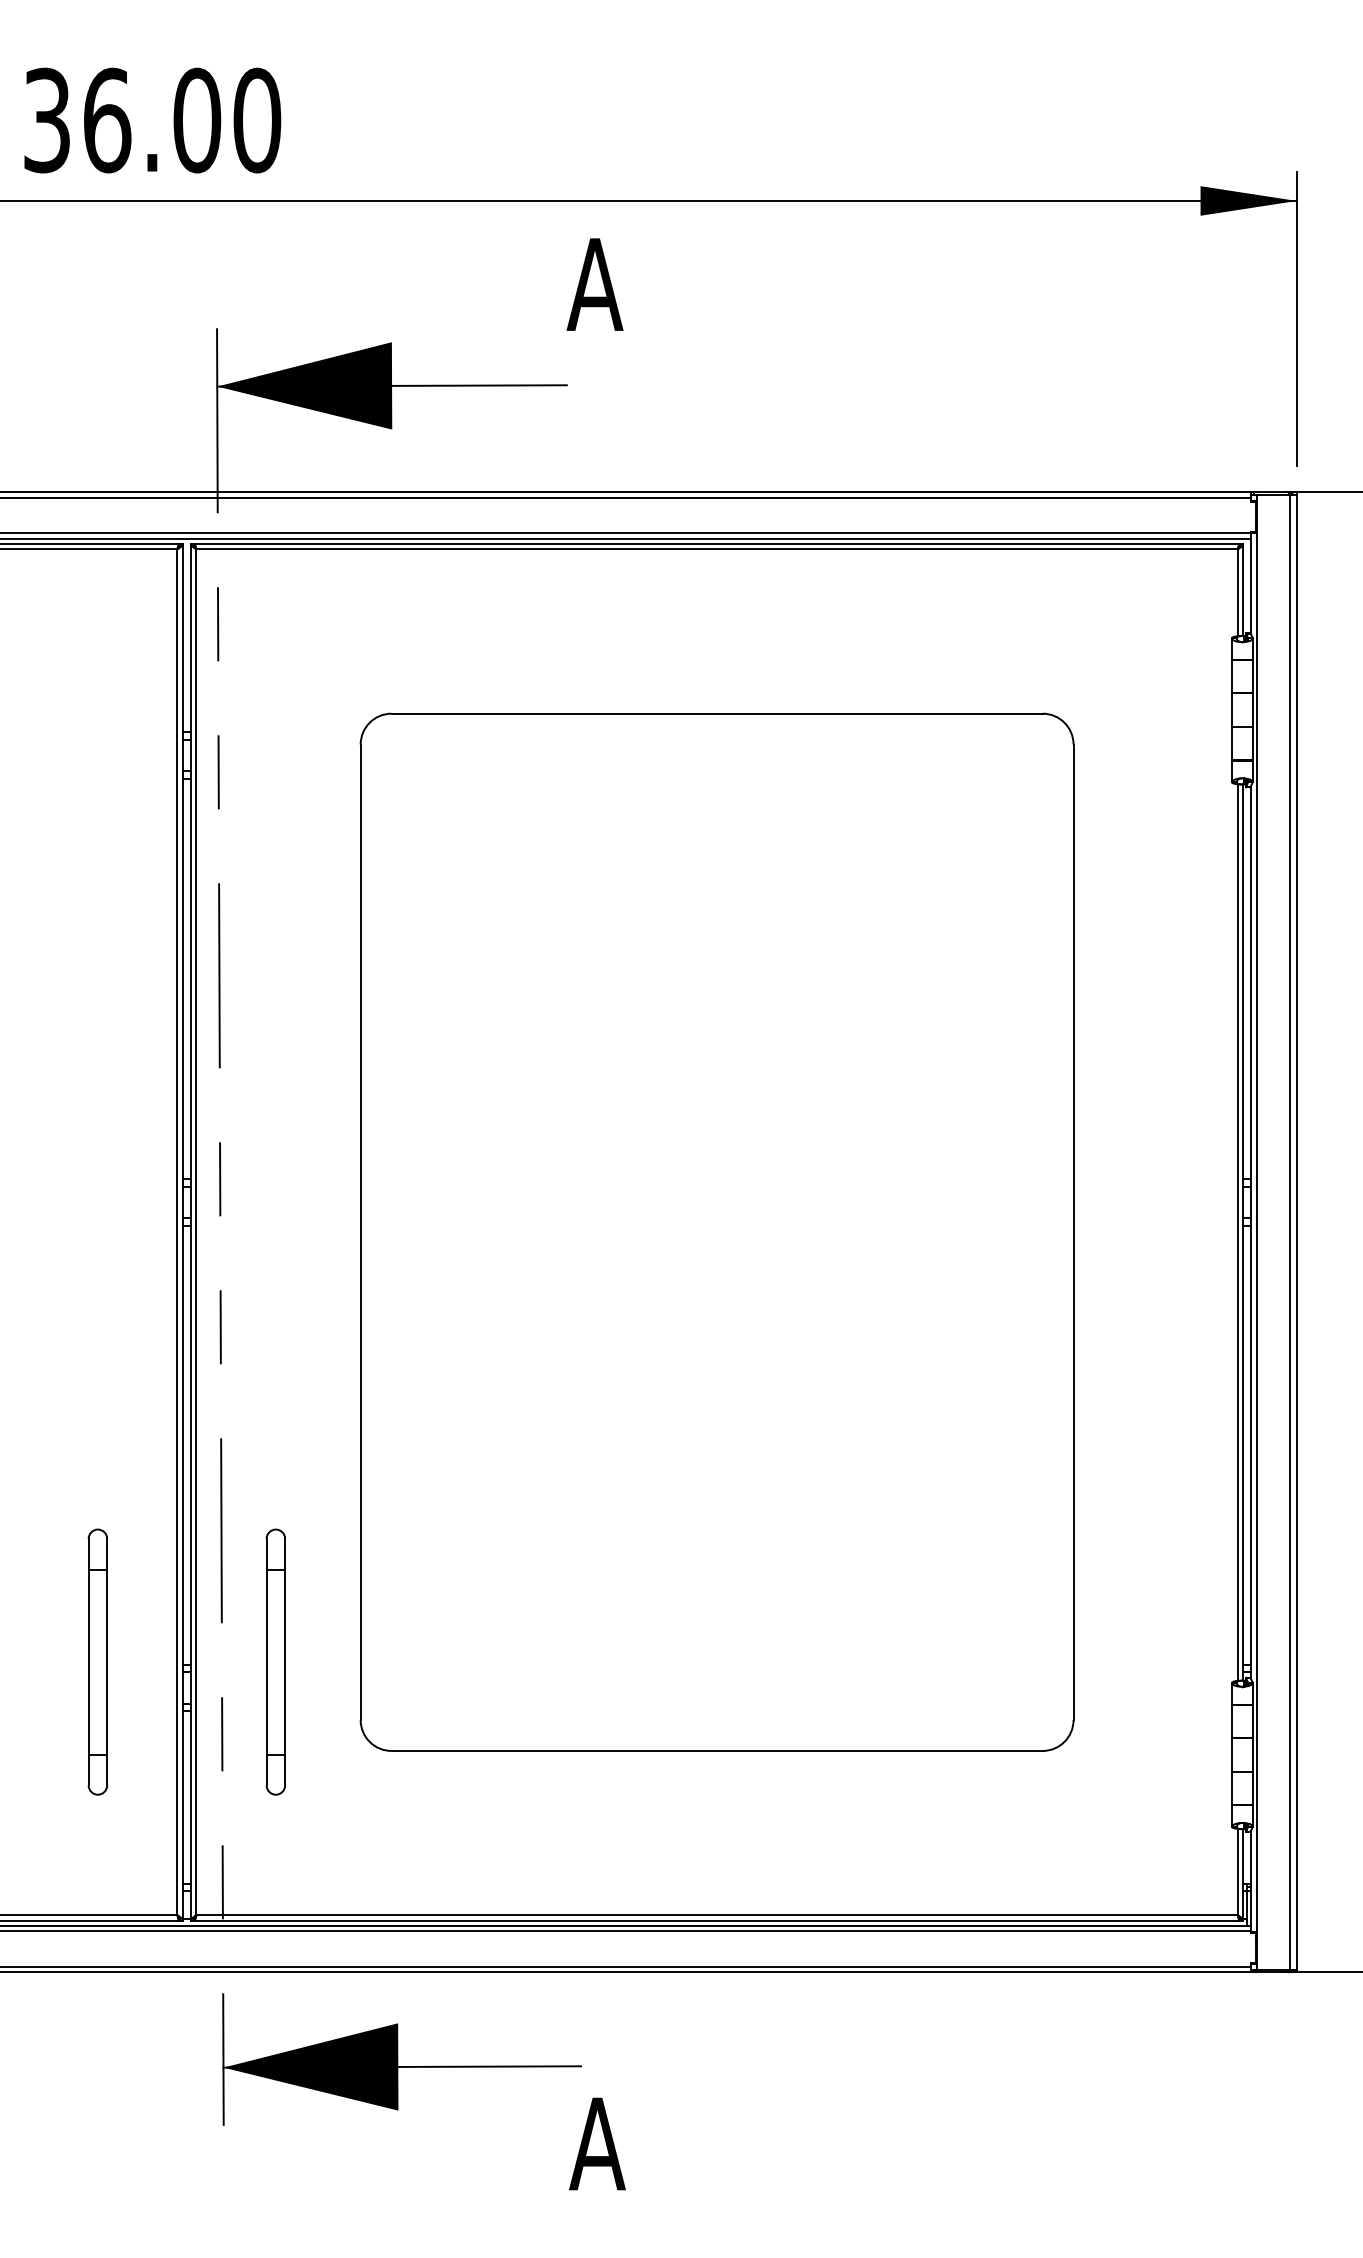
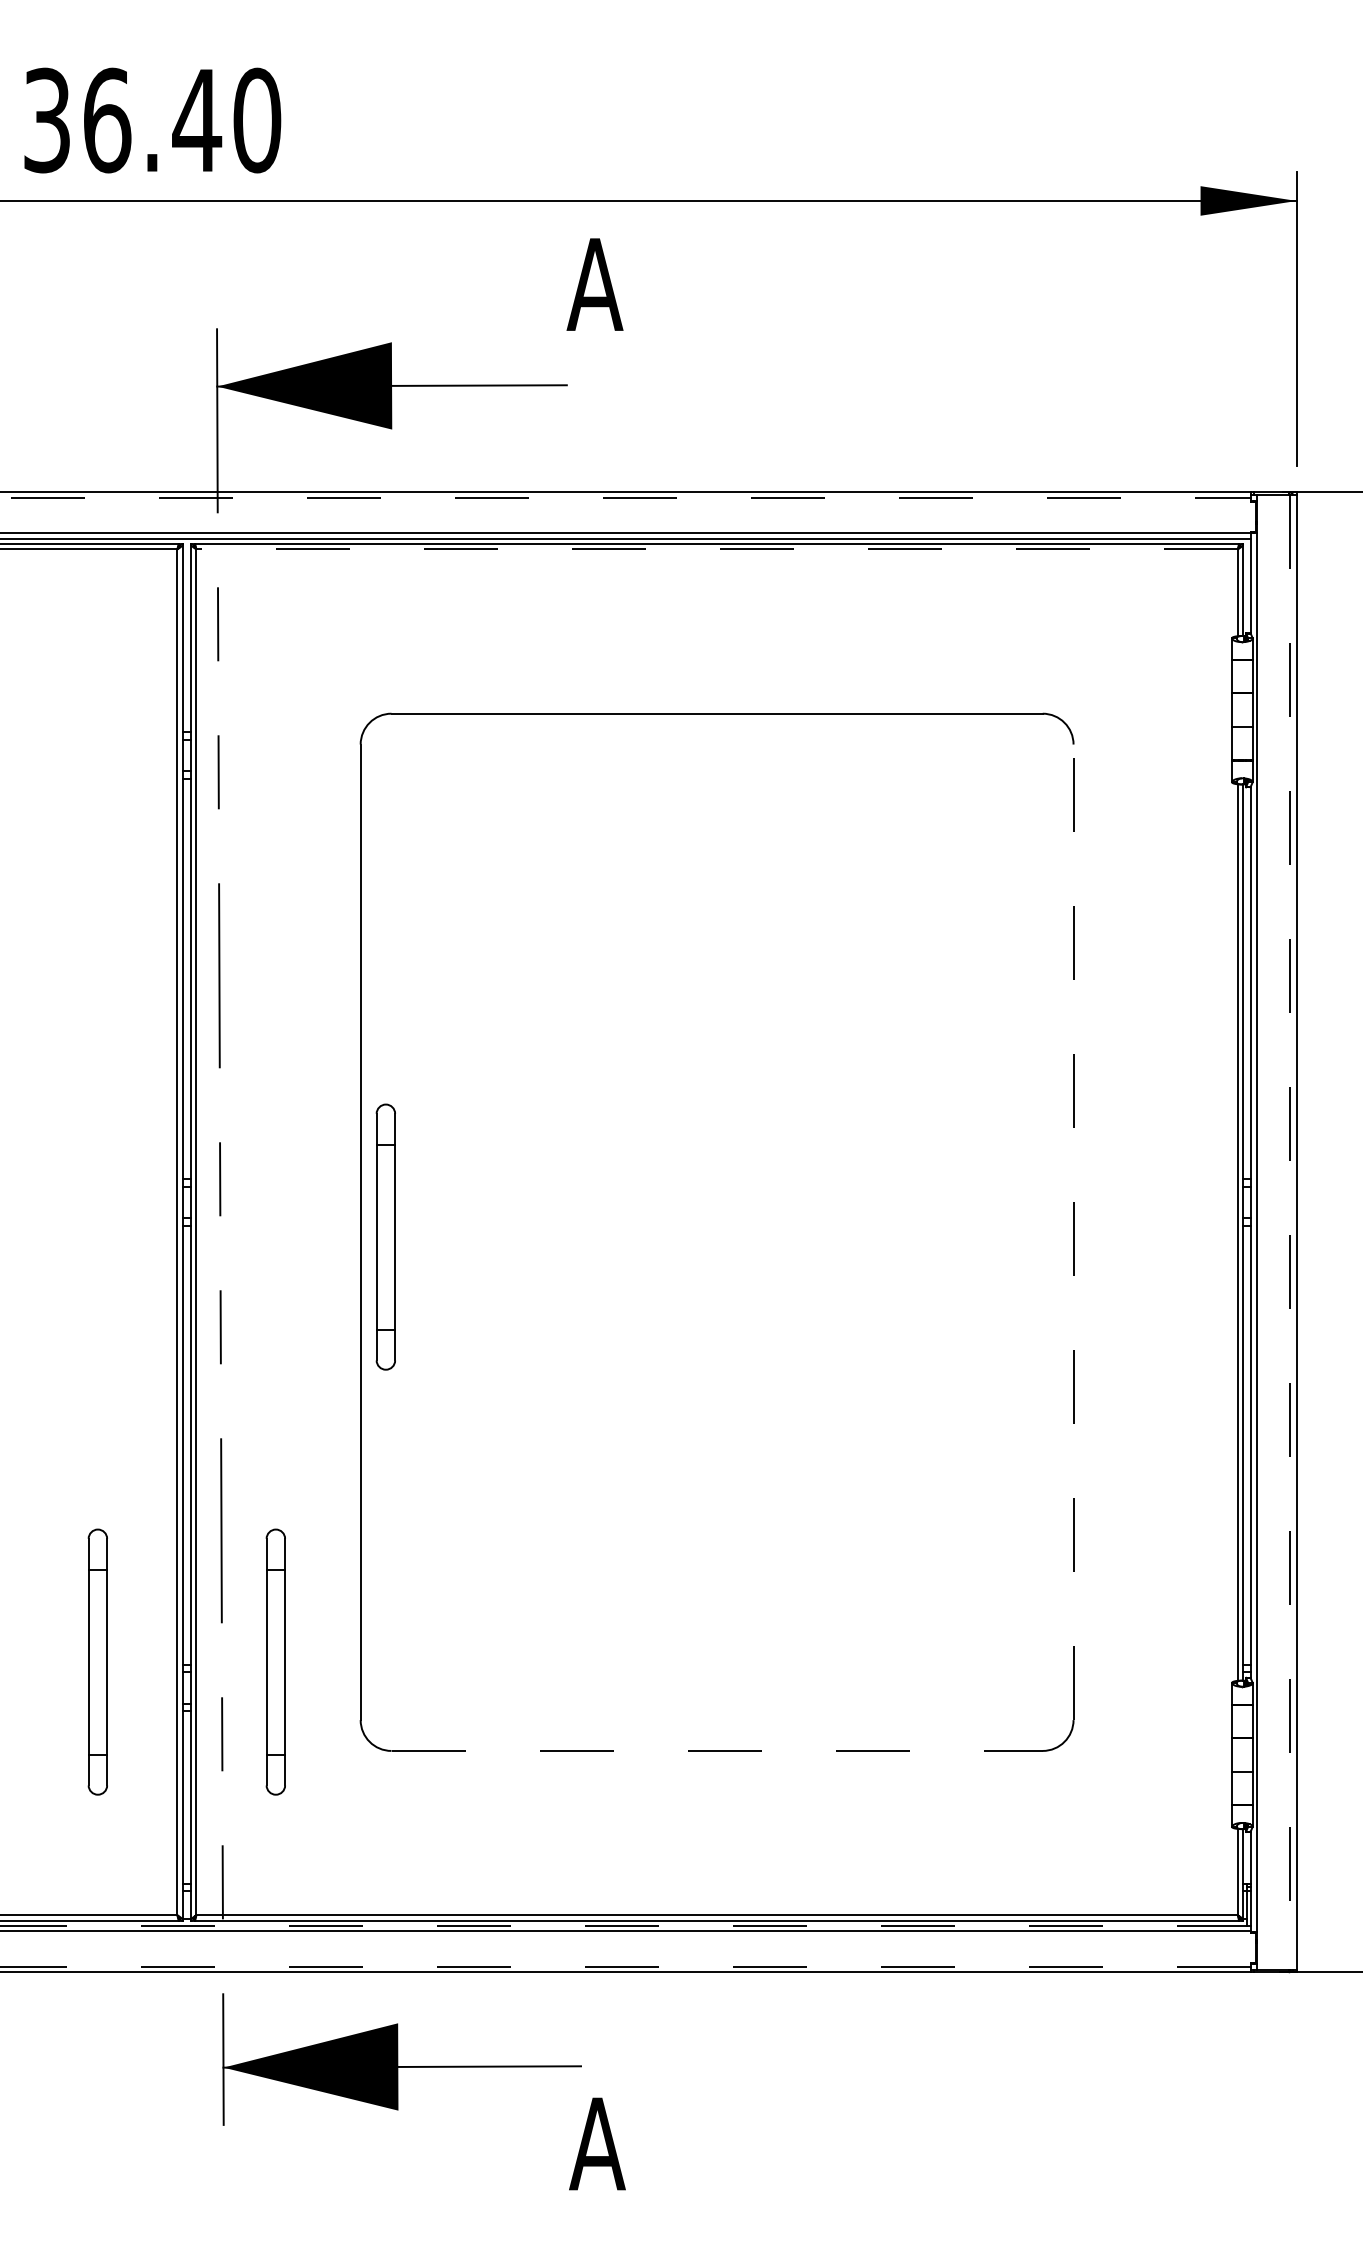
text at (197, 120): 36.00 -> 36.40
line at (625, 497): solid -> dashed
line at (717, 549): solid -> dashed
line at (1073, 1232): solid -> dashed
line at (1290, 1232): solid -> dashed
part at (385, 1236): none -> present
line at (717, 1750): solid -> dashed
line at (625, 1926): solid -> dashed
line at (625, 1966): solid -> dashed
